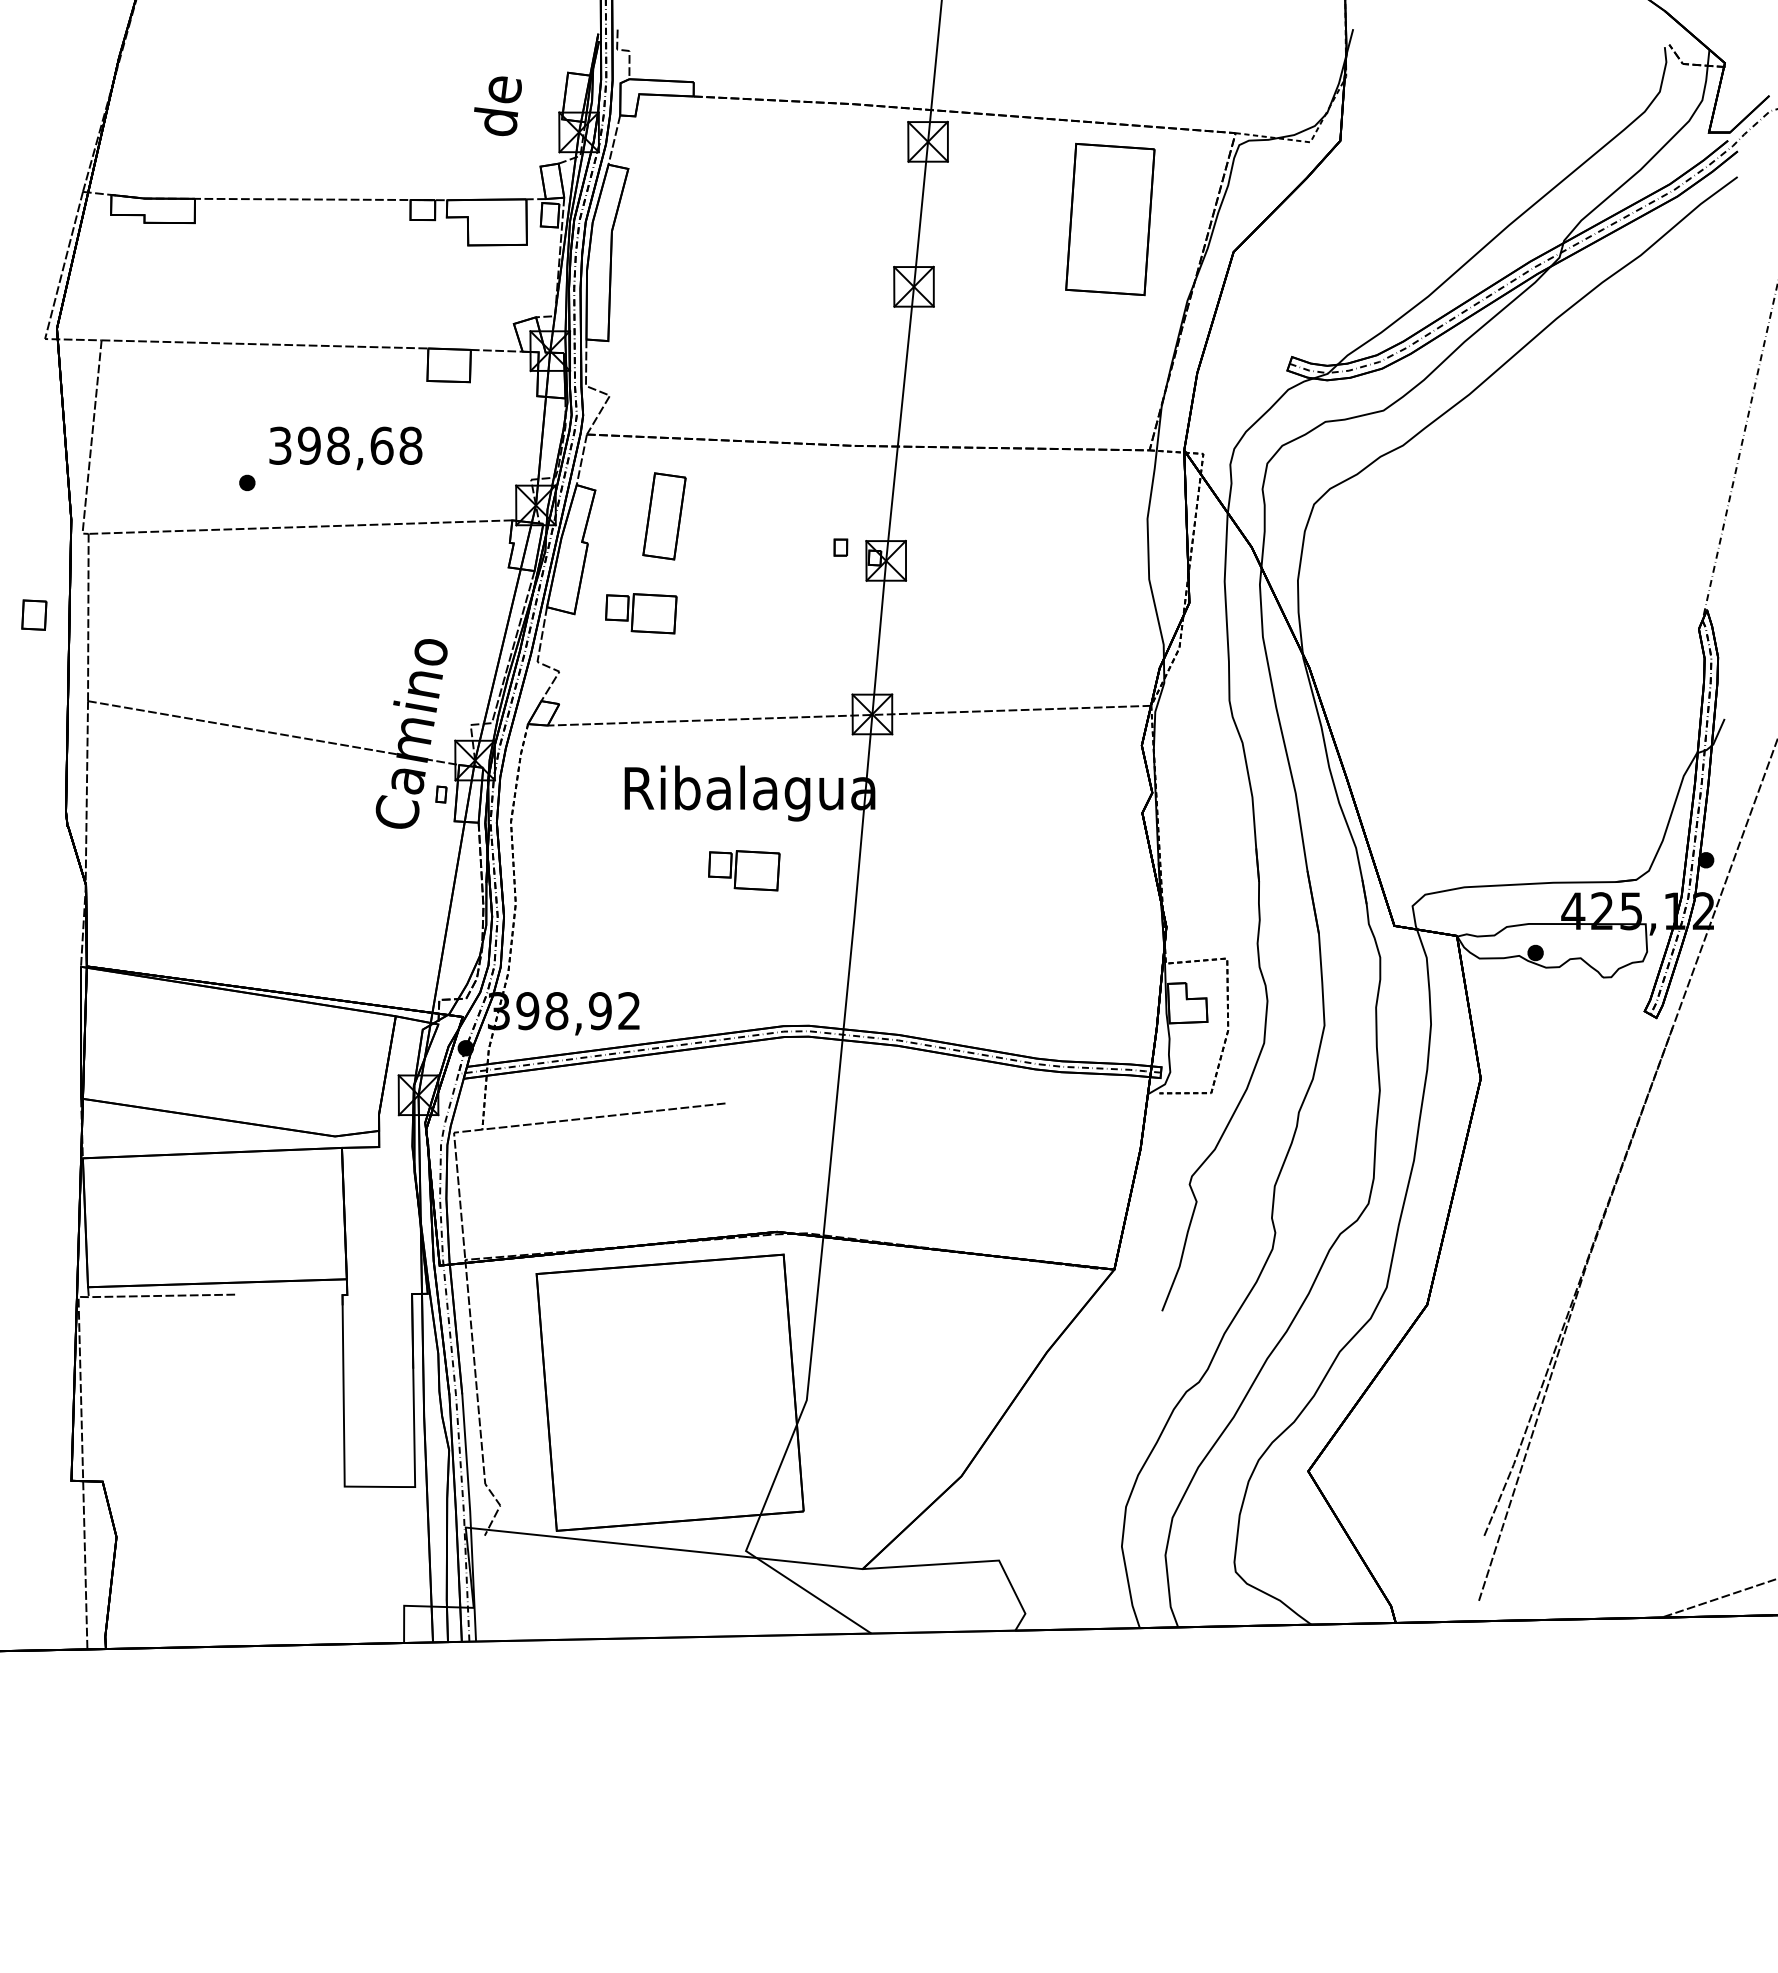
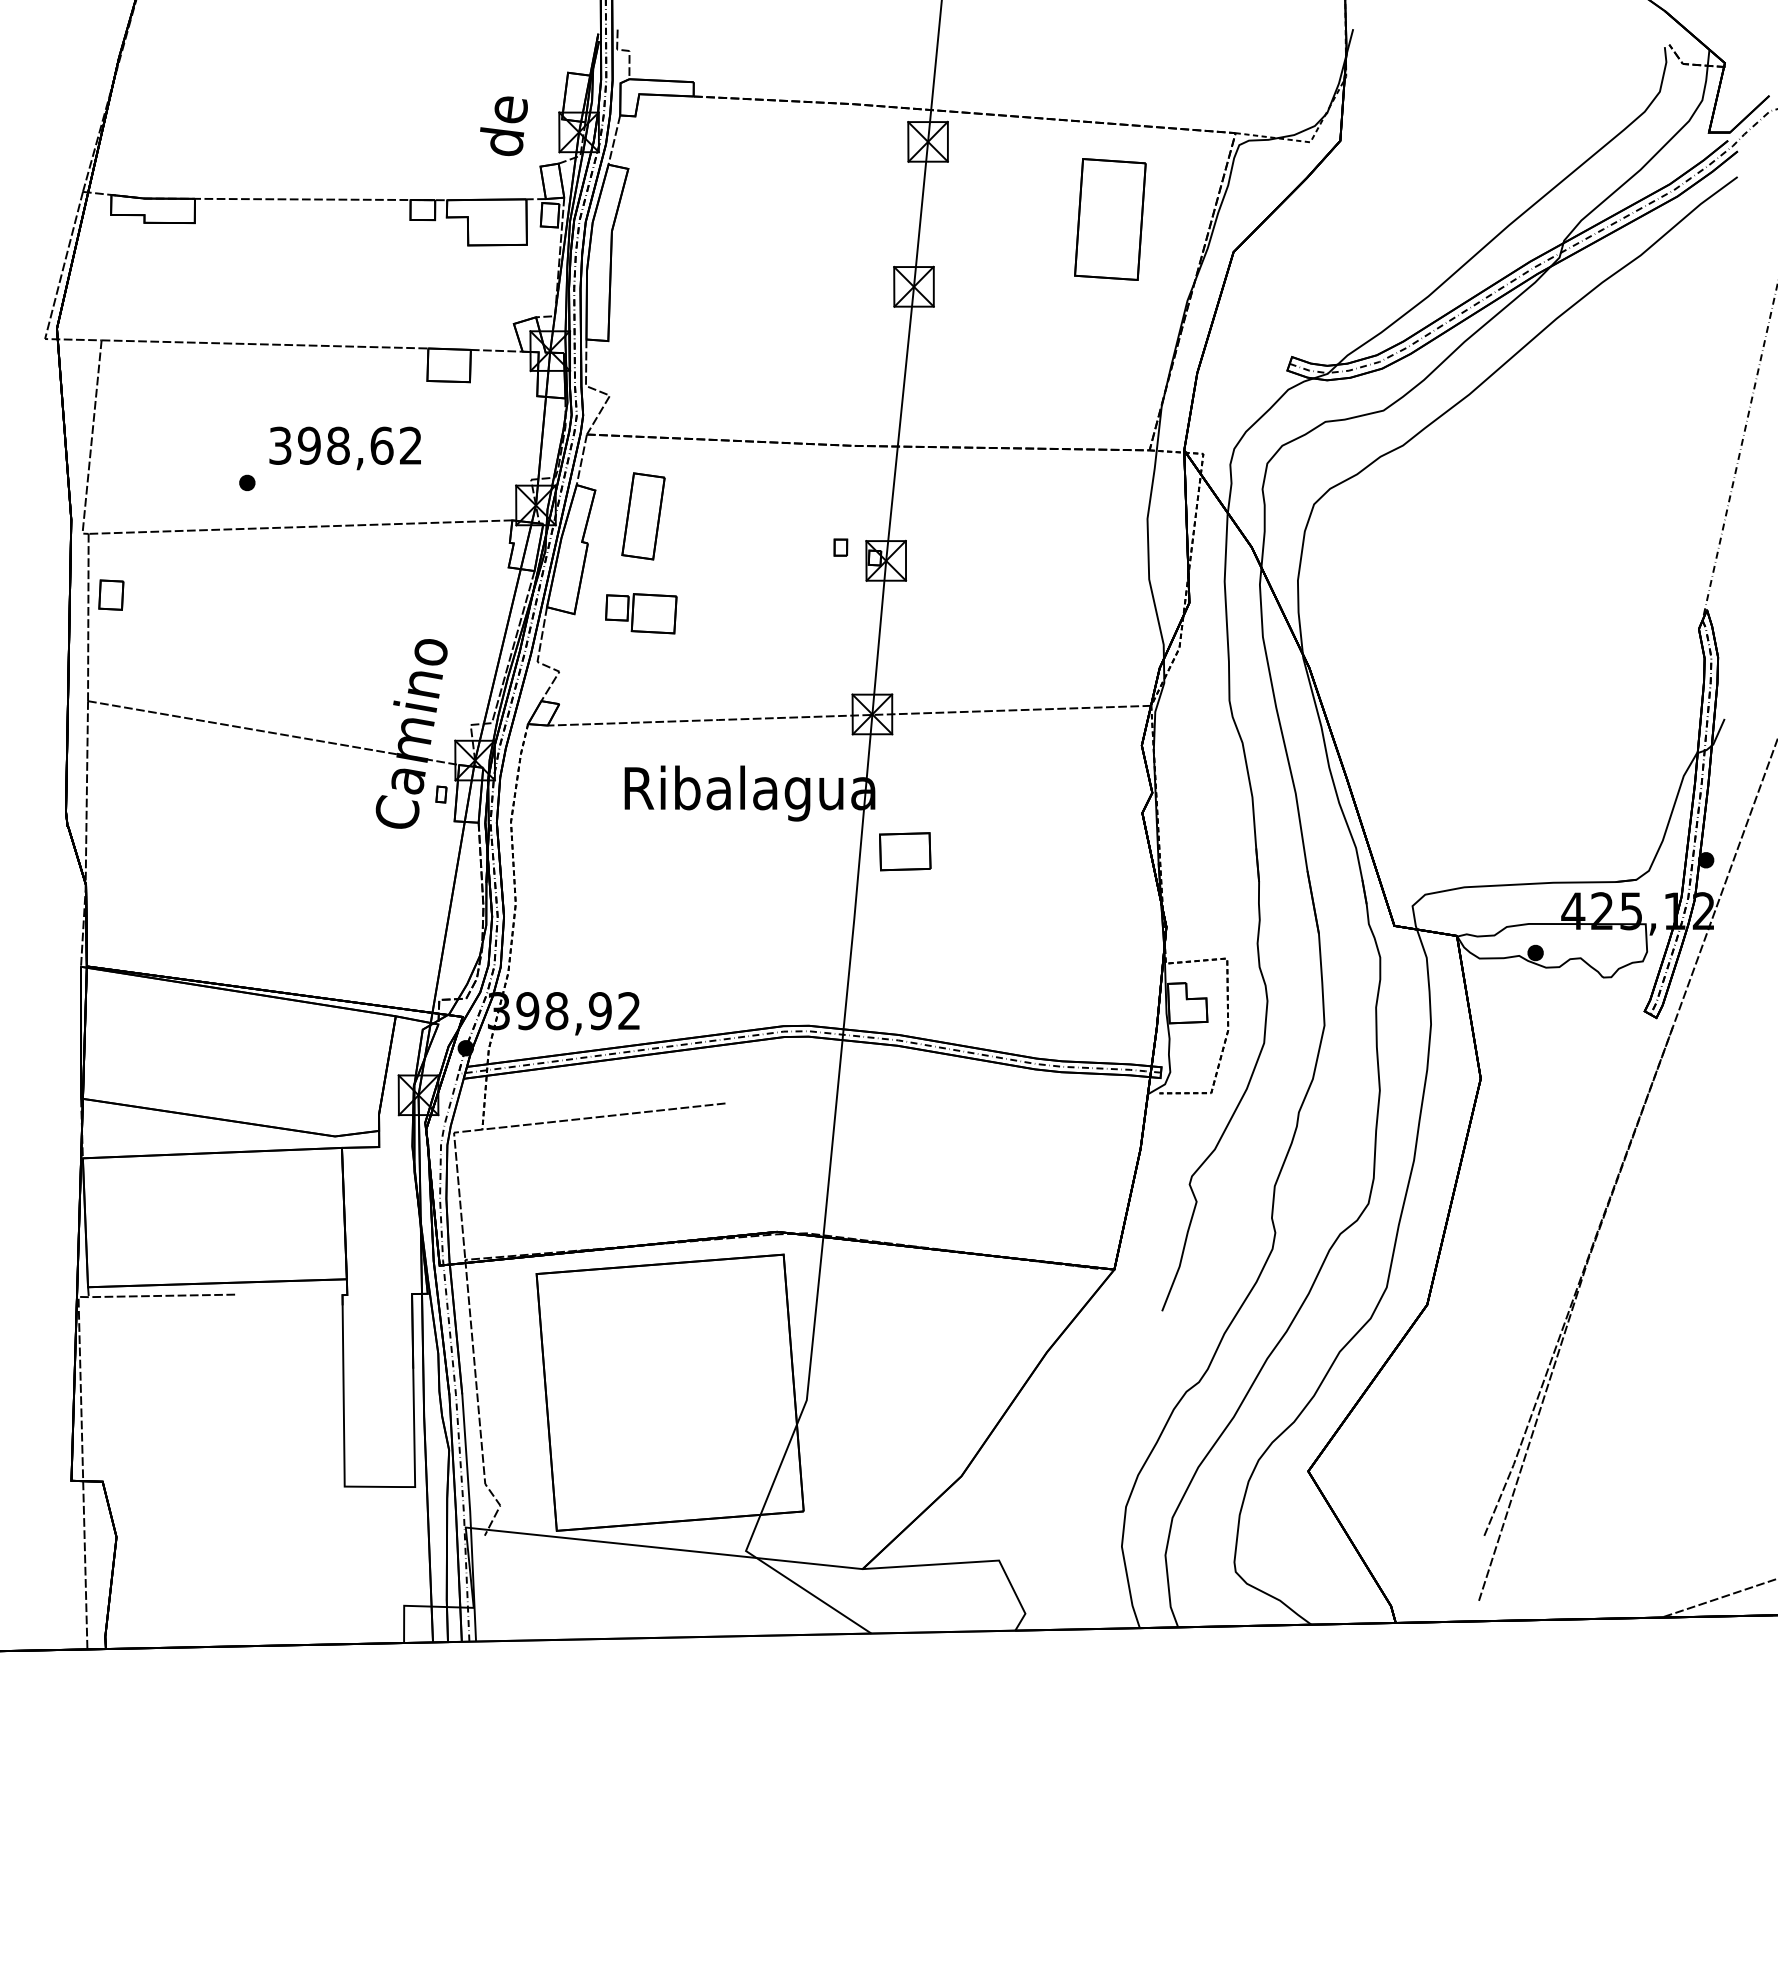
text at (497, 106) position: (497, 106) -> (503, 126)
part at (1110, 219) size: 91x155 px -> 73x123 px
text at (410, 445): 398,68 -> 398,62
part at (664, 516) position: (664, 516) -> (643, 516)
part at (34, 614) position: (34, 614) -> (111, 594)
part at (905, 851): none -> present
part at (744, 870): present -> none
